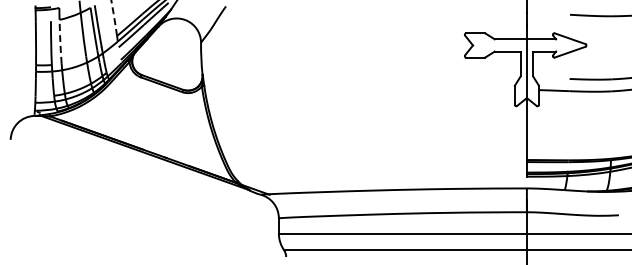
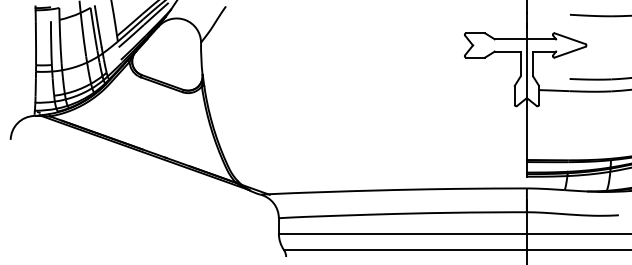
line at (114, 17): dashed -> solid
line at (60, 41): dashed -> solid
